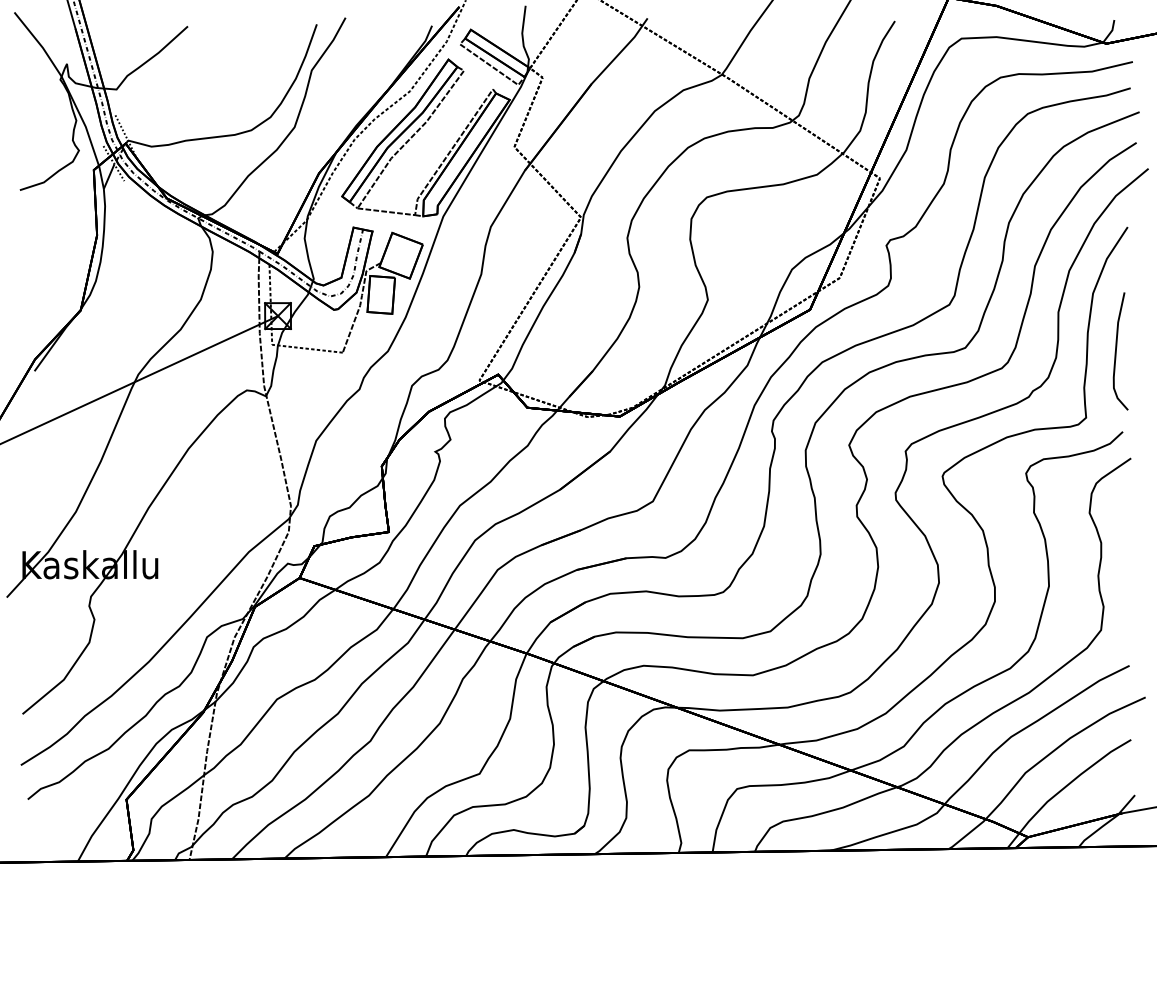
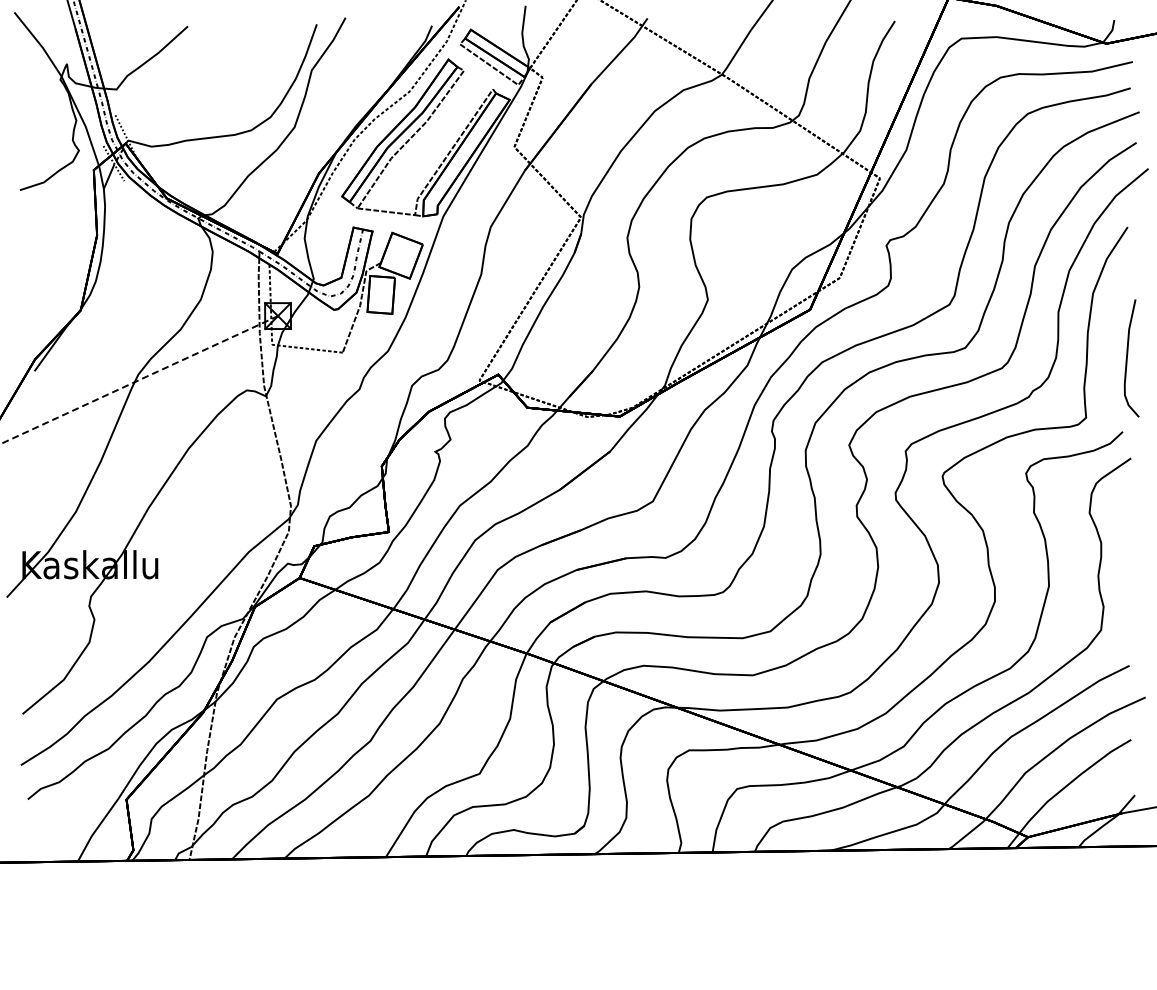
curve at (1116, 351) position: (1116, 351) -> (1127, 358)
line at (139, 380): solid -> dashed
